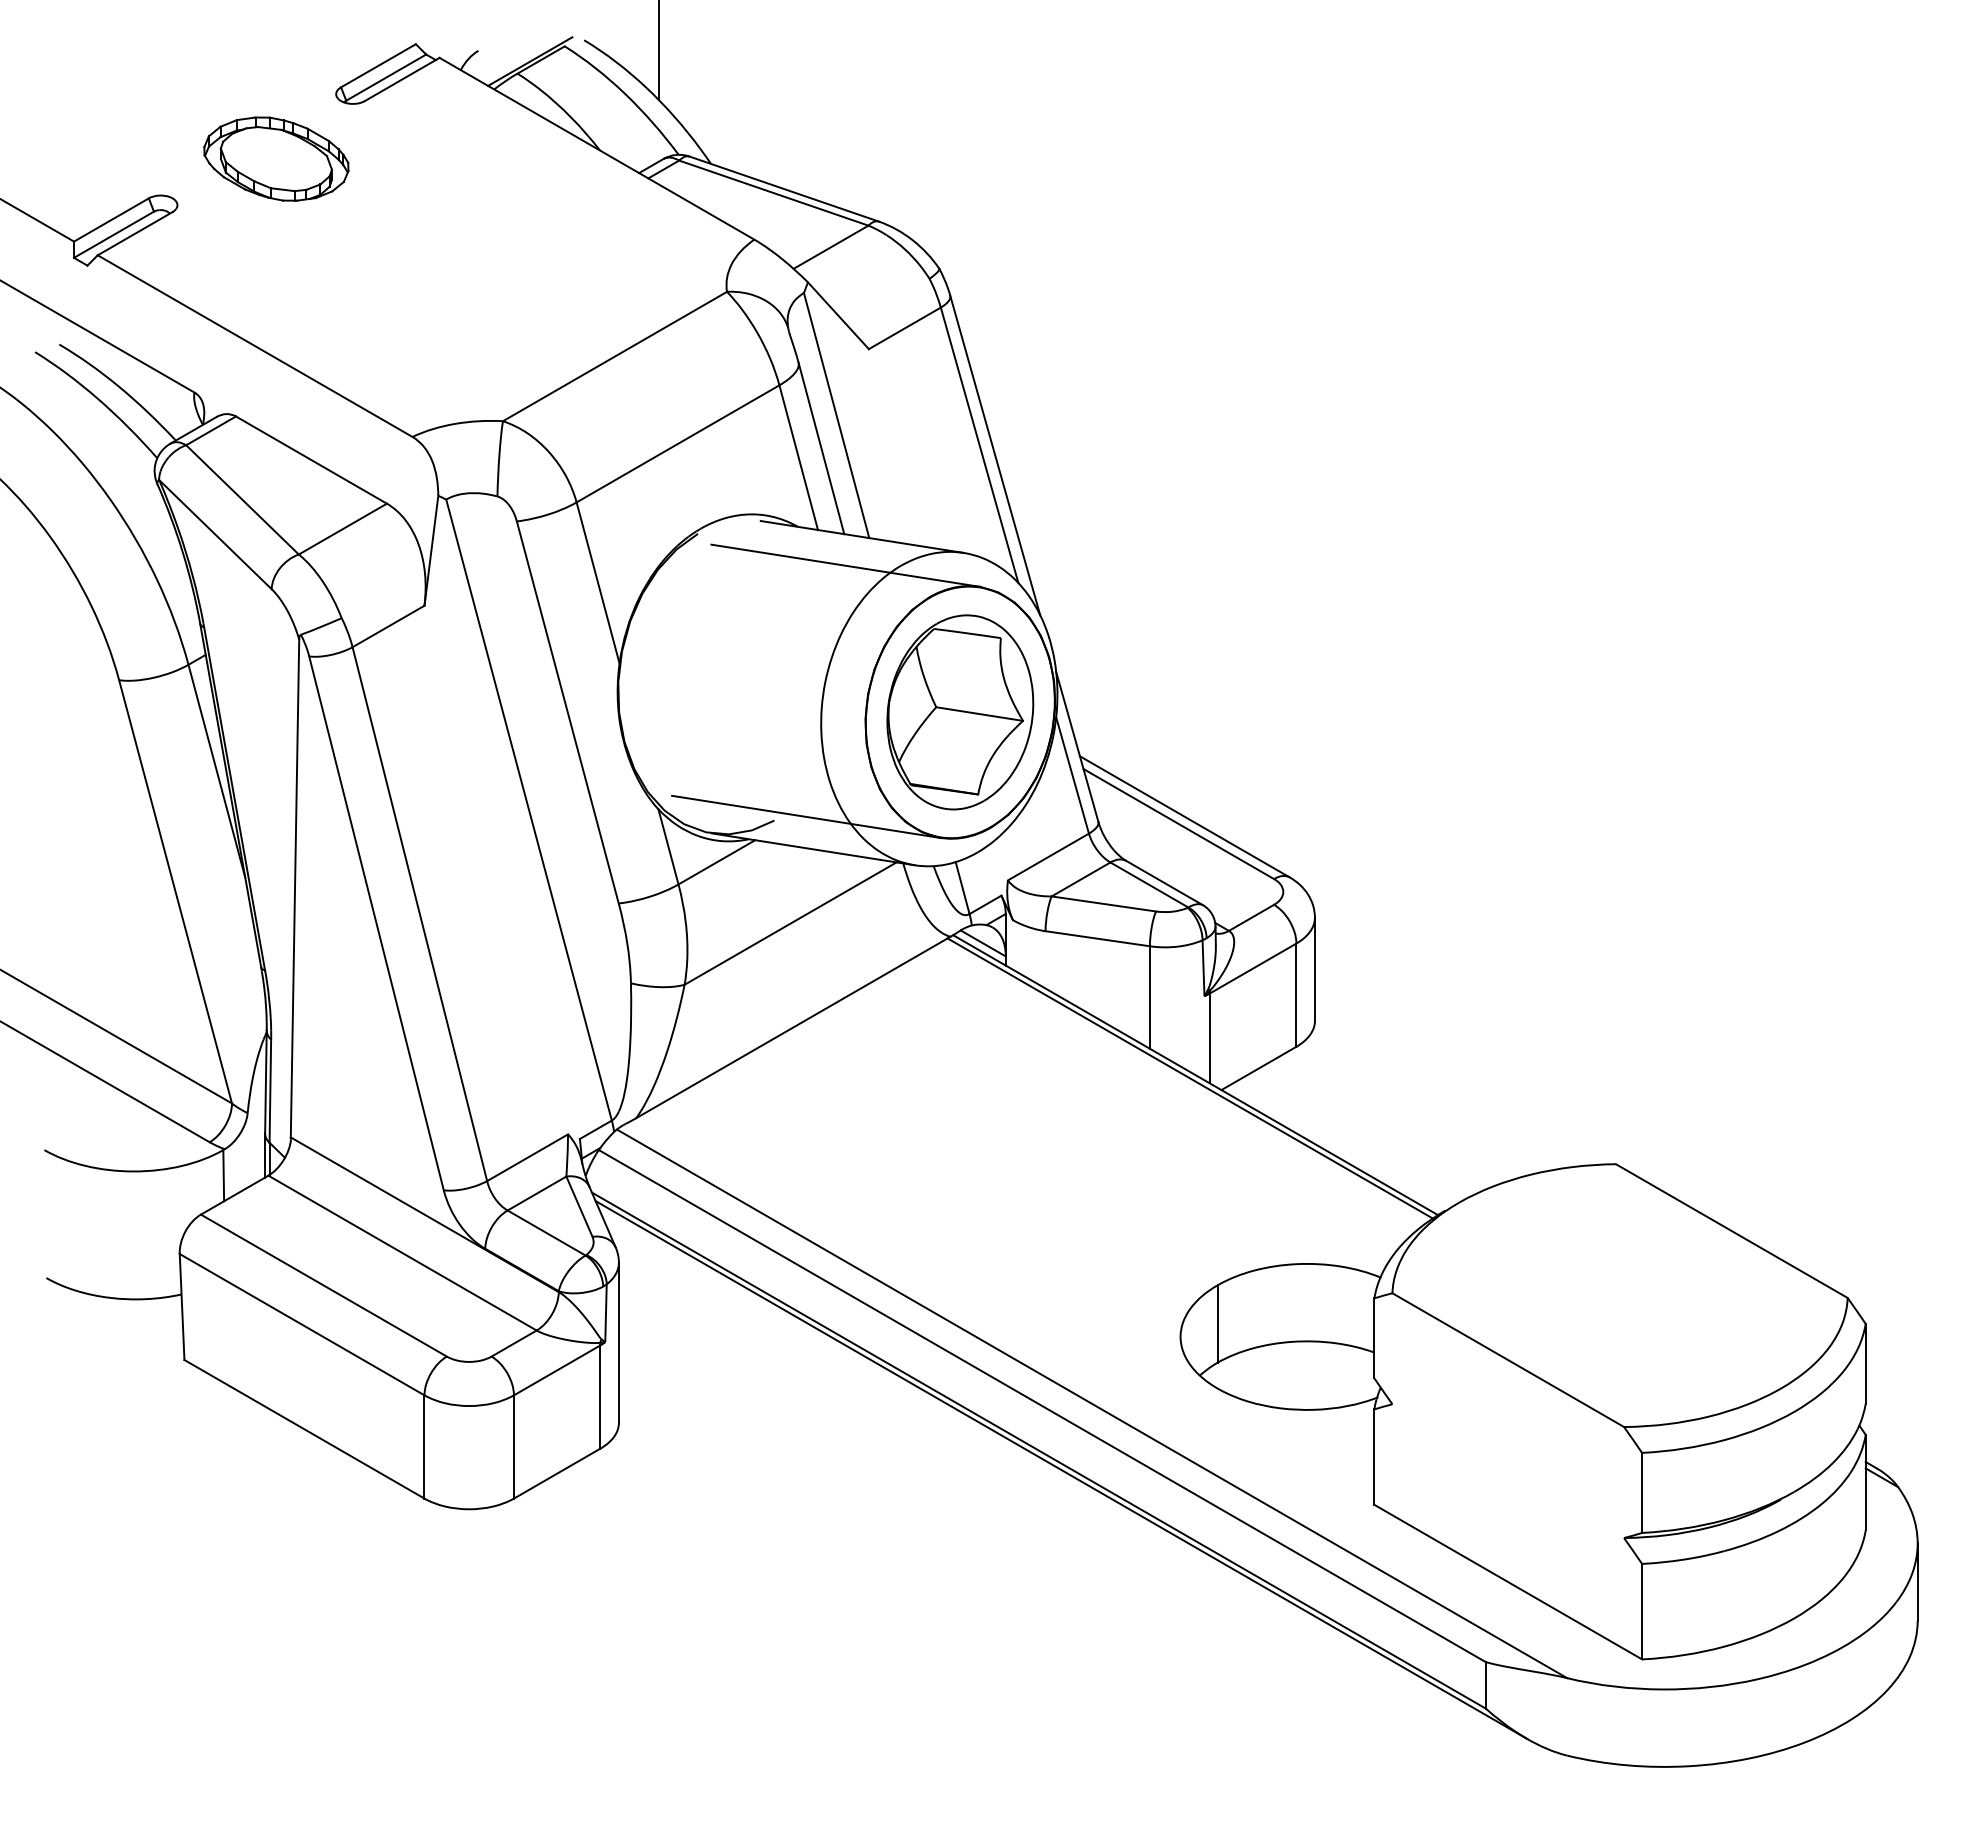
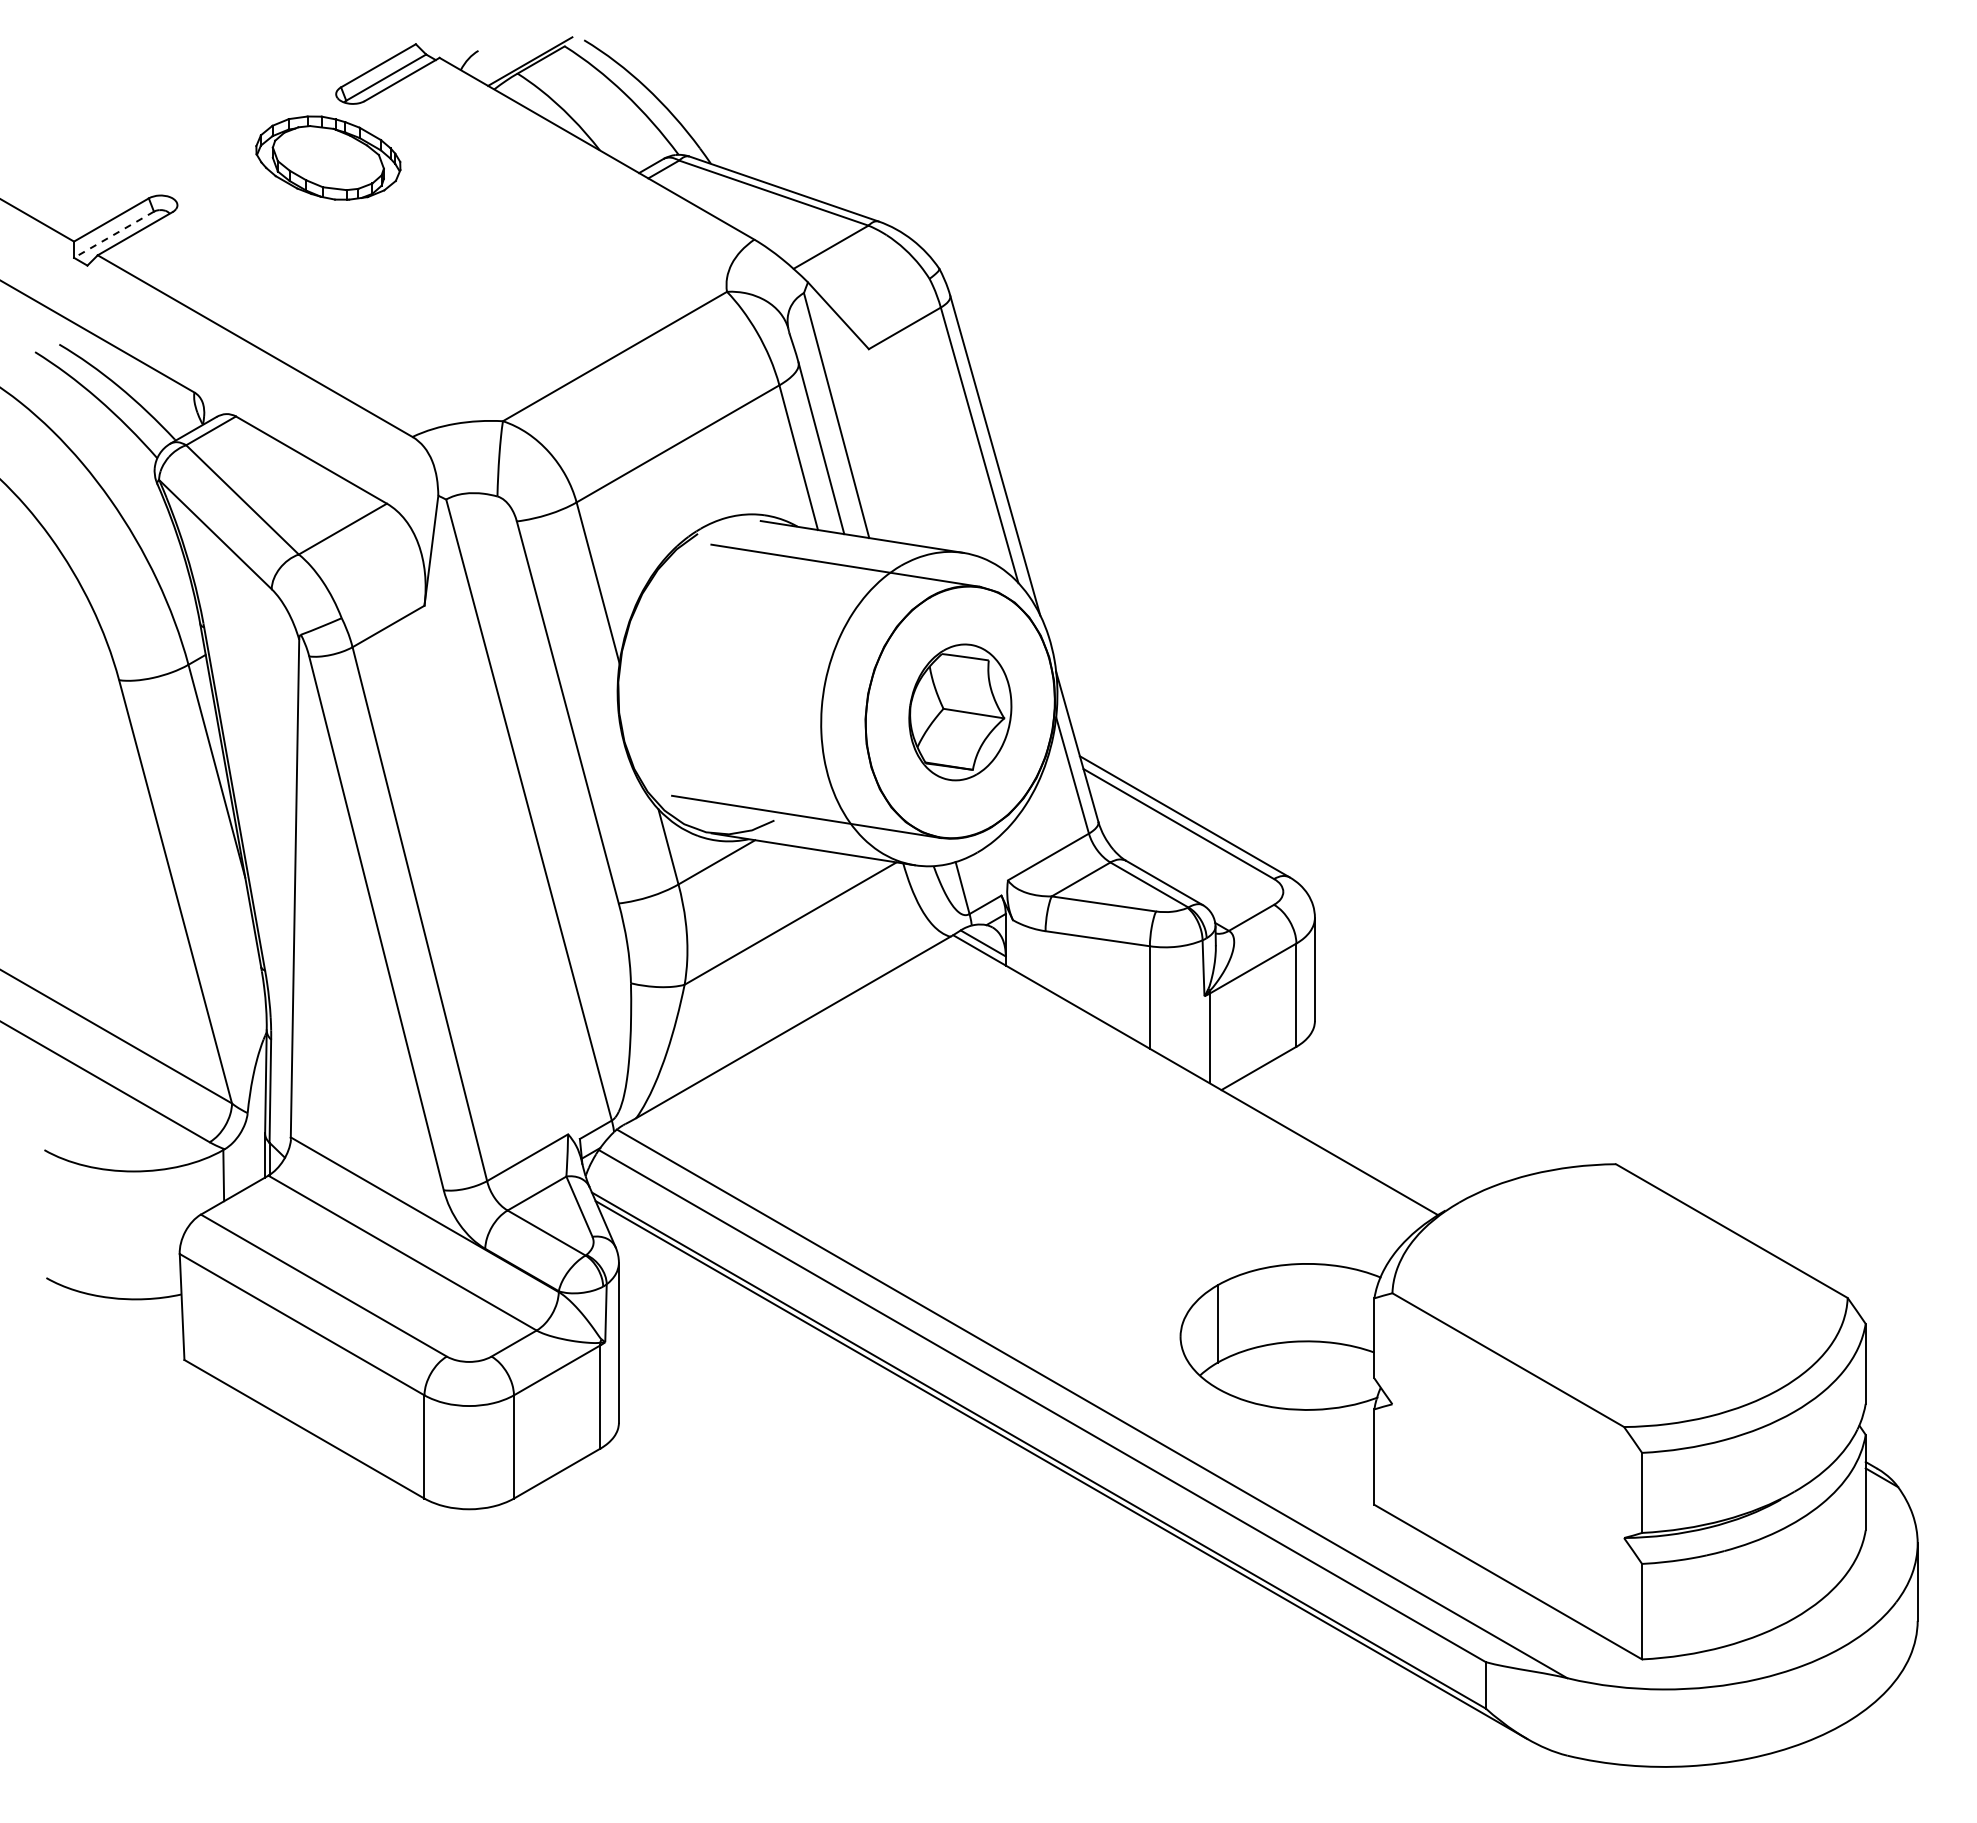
line at (658, 51): present -> none
part at (276, 158) position: (276, 158) -> (328, 157)
line at (113, 235): solid -> dashed
part at (960, 712) size: 149x197 px -> 105x139 px
line at (1190, 1078): present -> none
